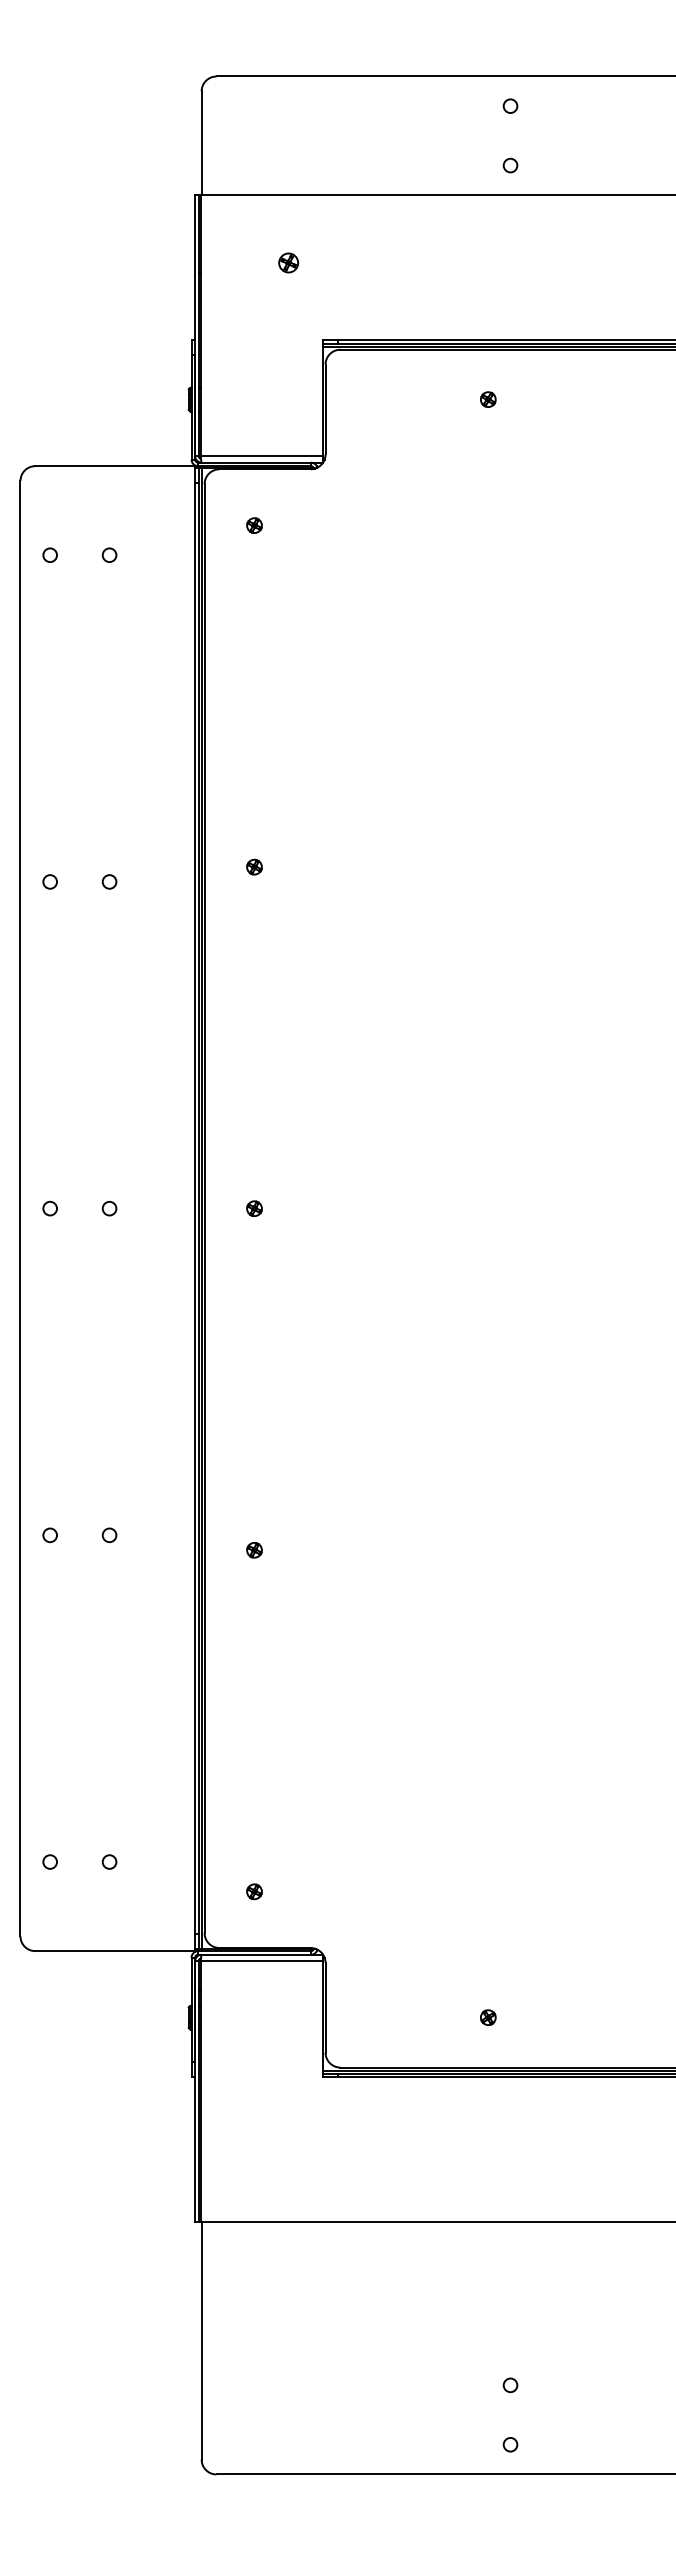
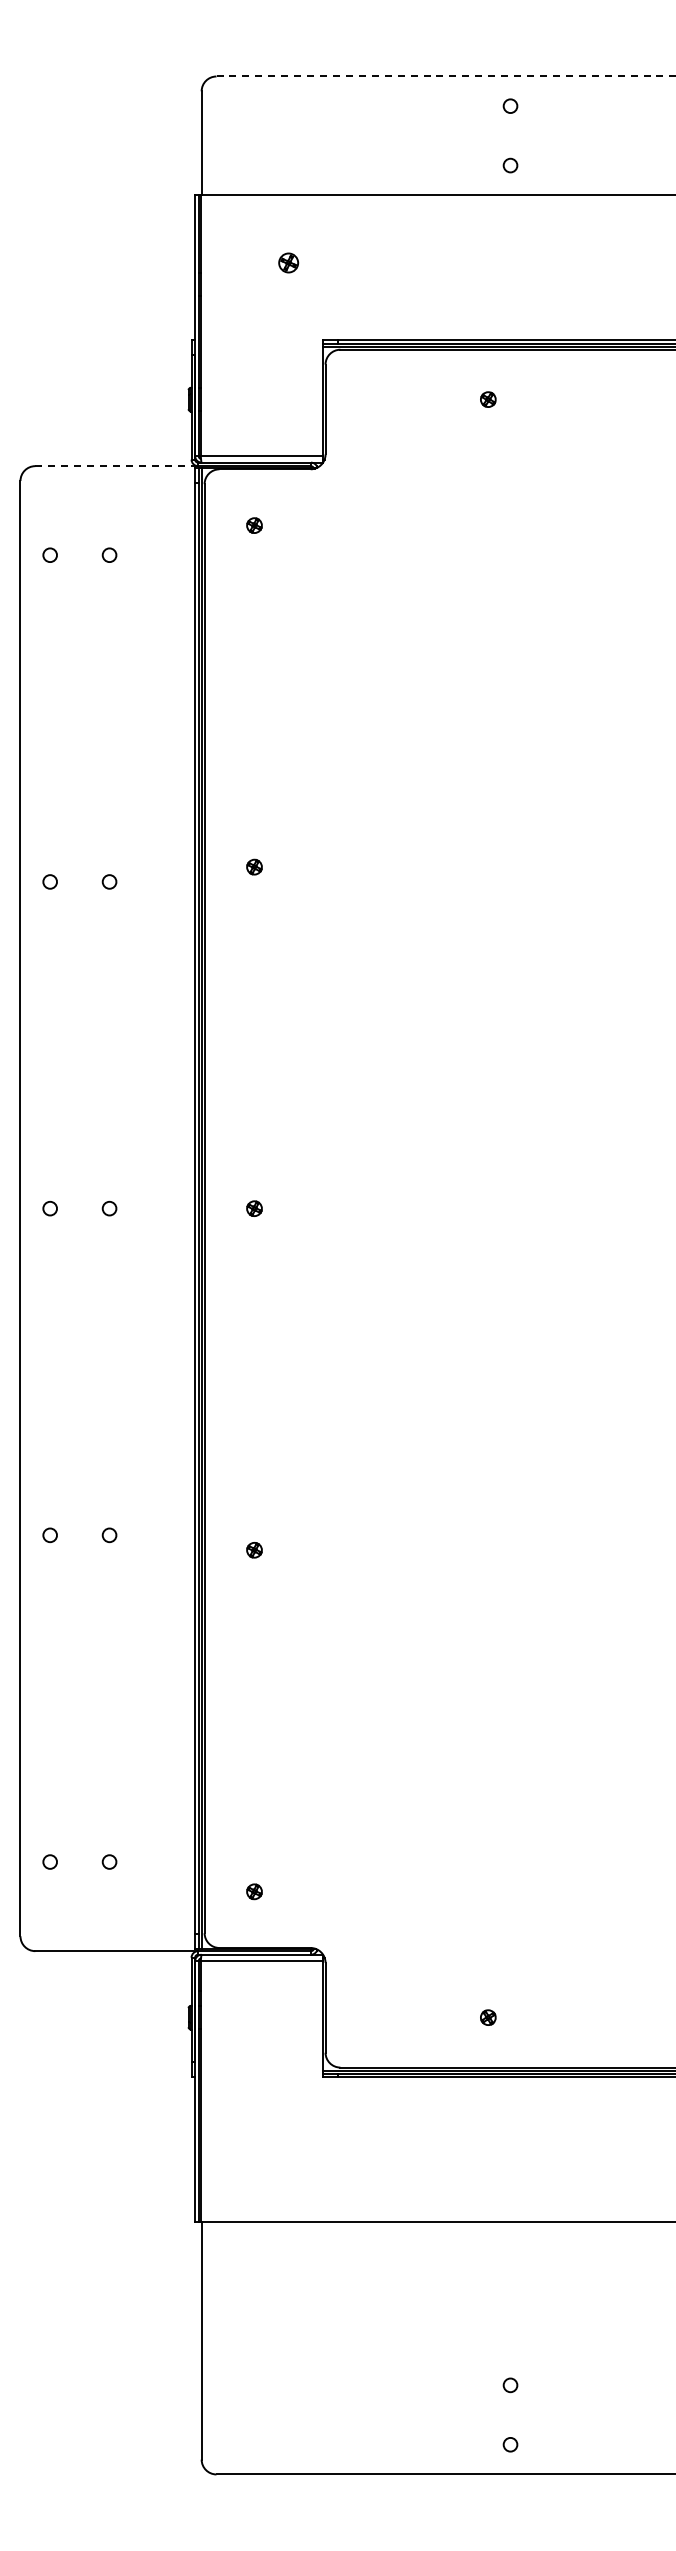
line at (446, 76): solid -> dashed
line at (117, 466): solid -> dashed
